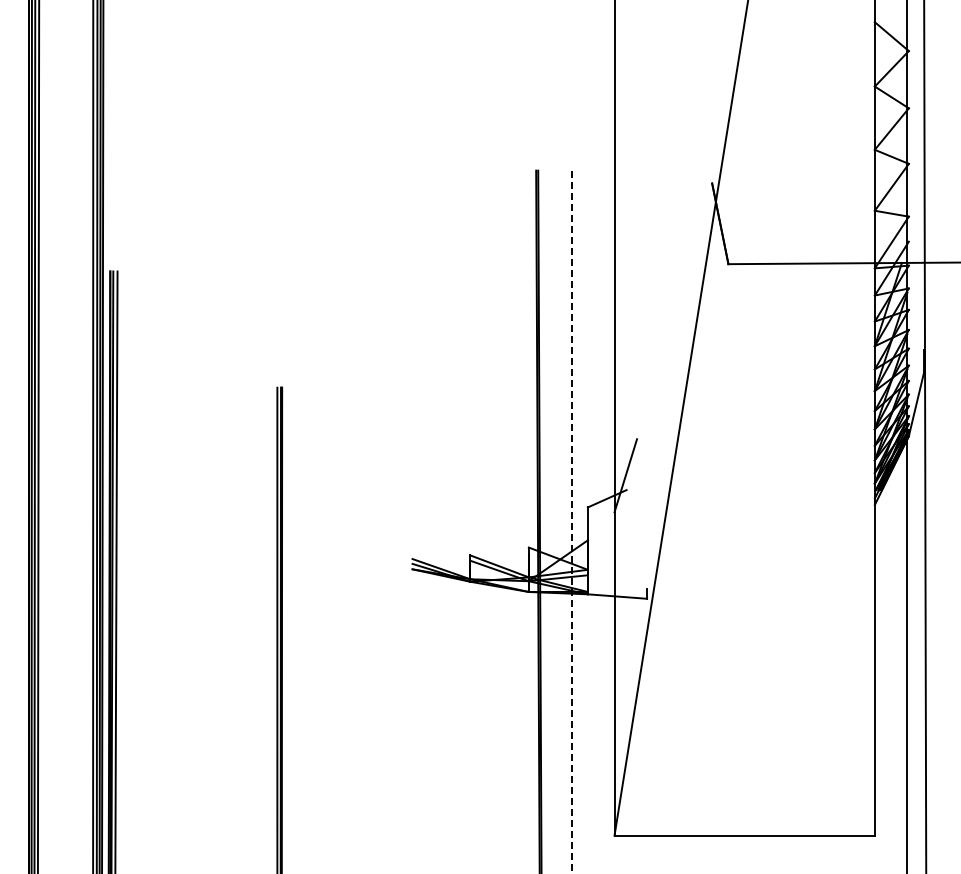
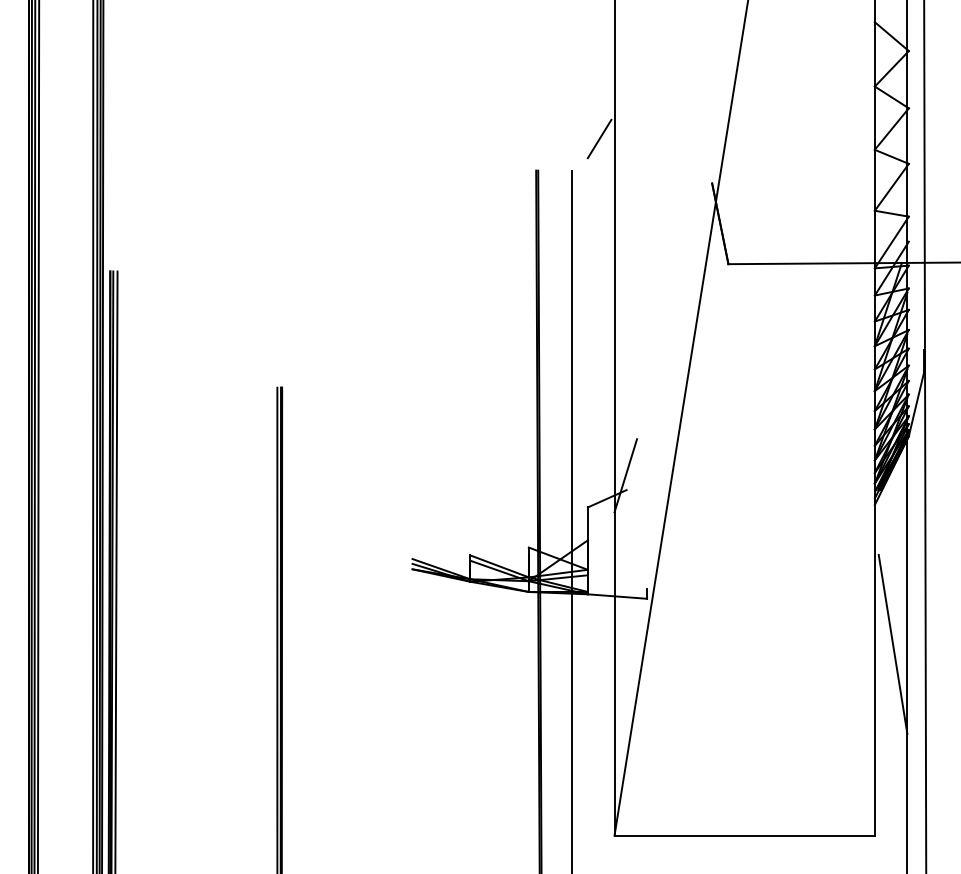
line at (599, 138): none -> present
line at (572, 522): dashed -> solid
line at (892, 644): none -> present
